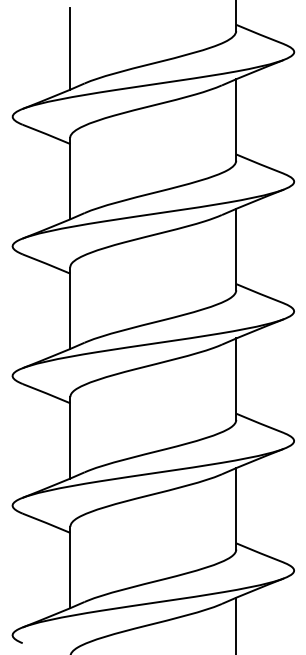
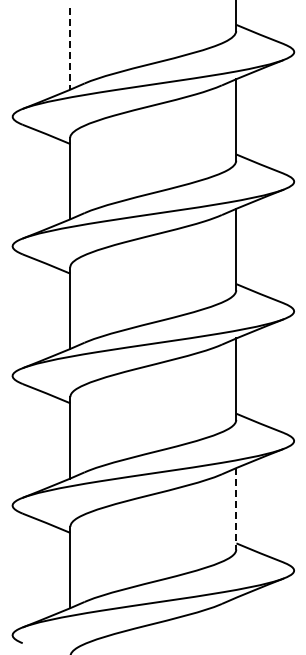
line at (70, 49): solid -> dashed
line at (236, 508): solid -> dashed
line at (236, 624): present -> none
